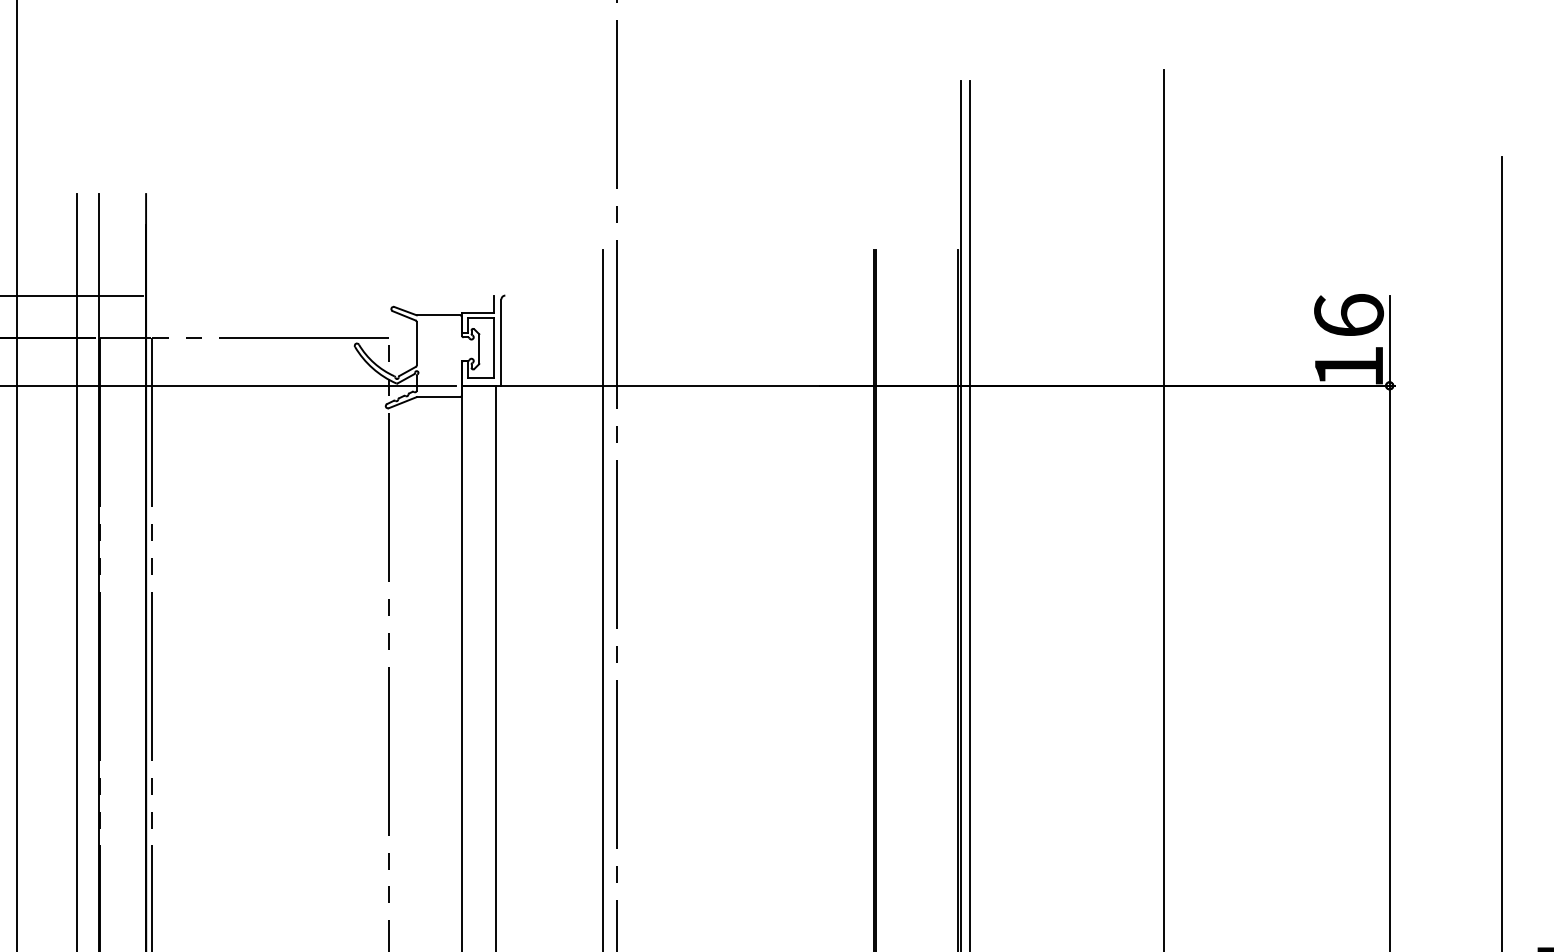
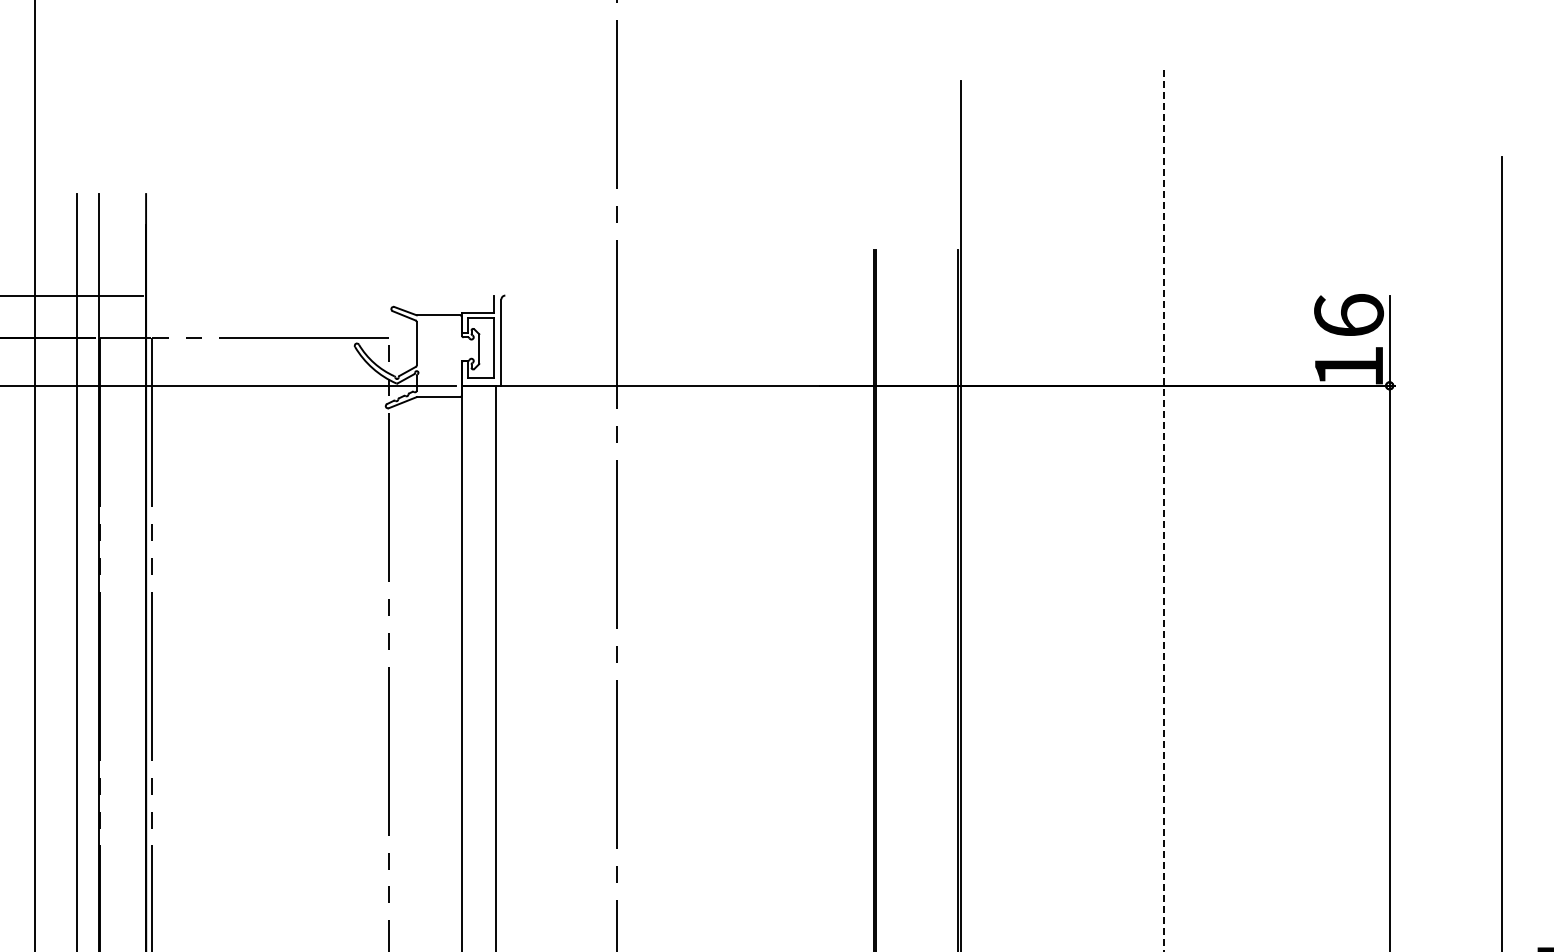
line at (17, 475) position: (17, 475) -> (35, 475)
line at (1164, 510): solid -> dashed
line at (969, 514): present -> none
line at (602, 599): present -> none
